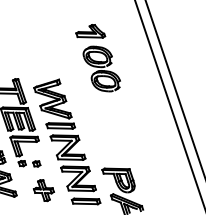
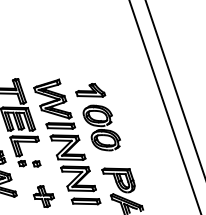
part at (97, 58) position: (97, 58) -> (97, 117)
line at (168, 101) position: (168, 101) -> (164, 106)
part at (43, 190) position: (43, 190) -> (43, 196)
